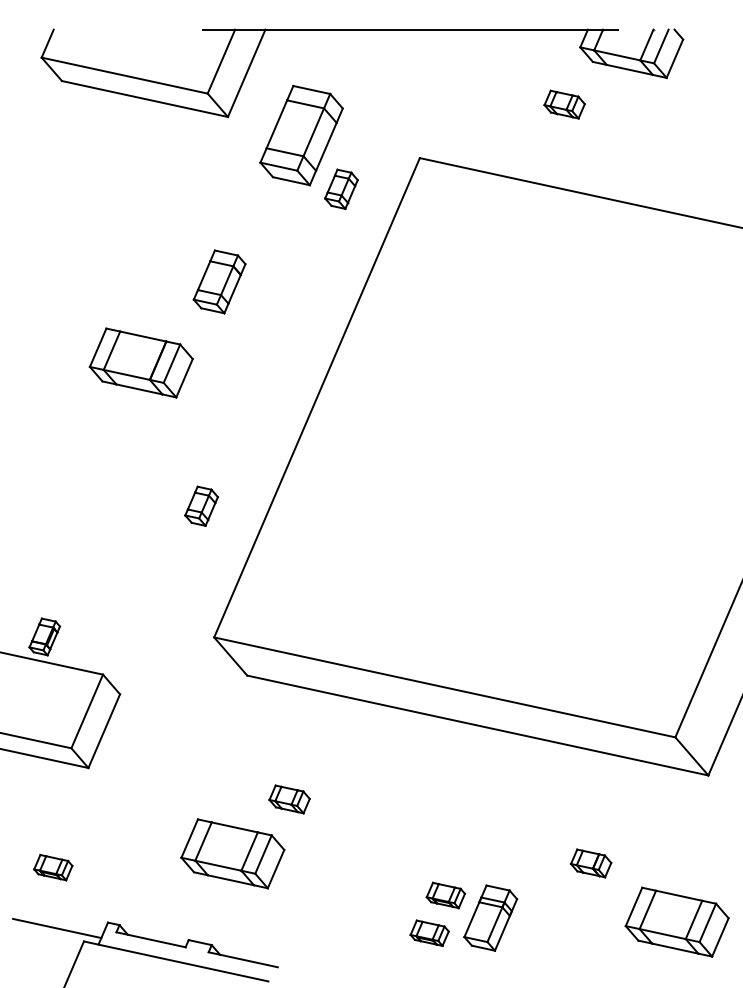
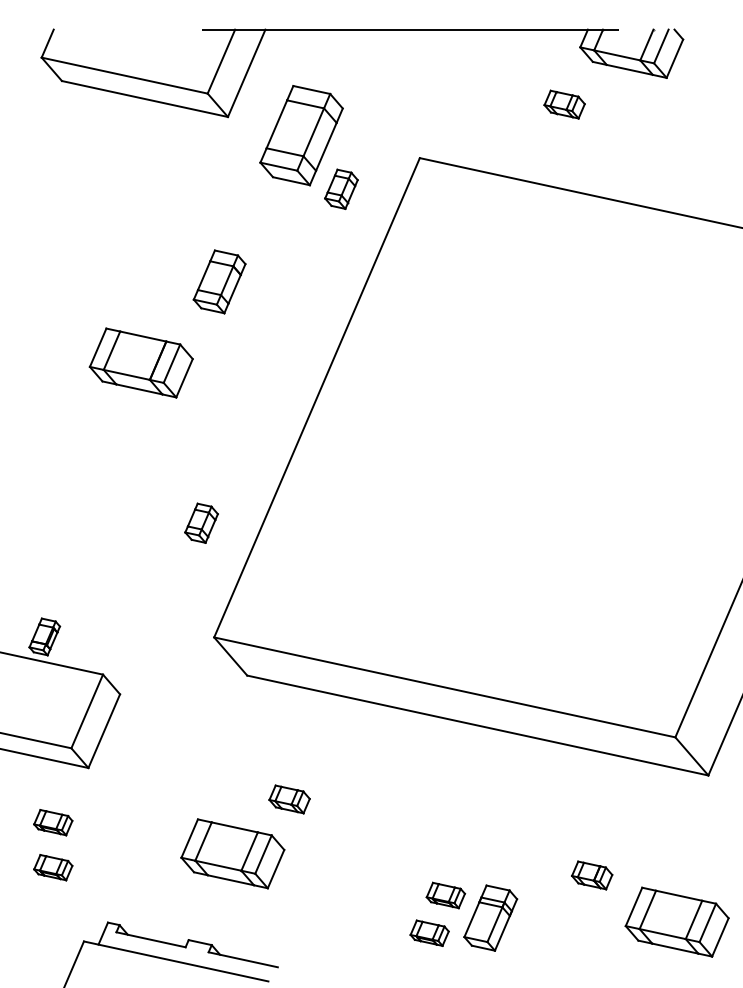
part at (201, 505) position: (201, 505) -> (201, 522)
part at (53, 822): none -> present
part at (591, 863) position: (591, 863) -> (592, 875)
line at (57, 928): present -> none
